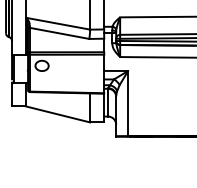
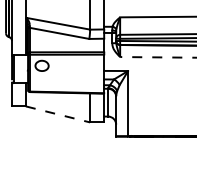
line at (158, 57): solid -> dashed
line at (58, 114): solid -> dashed
